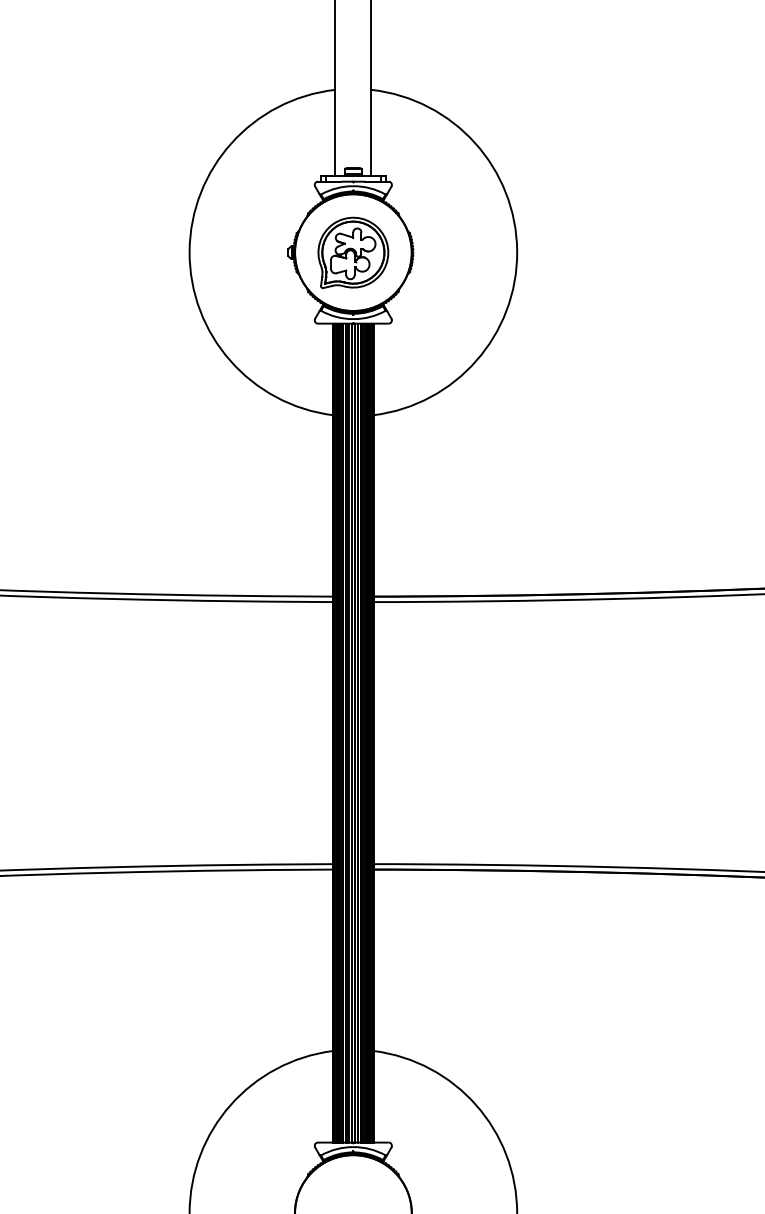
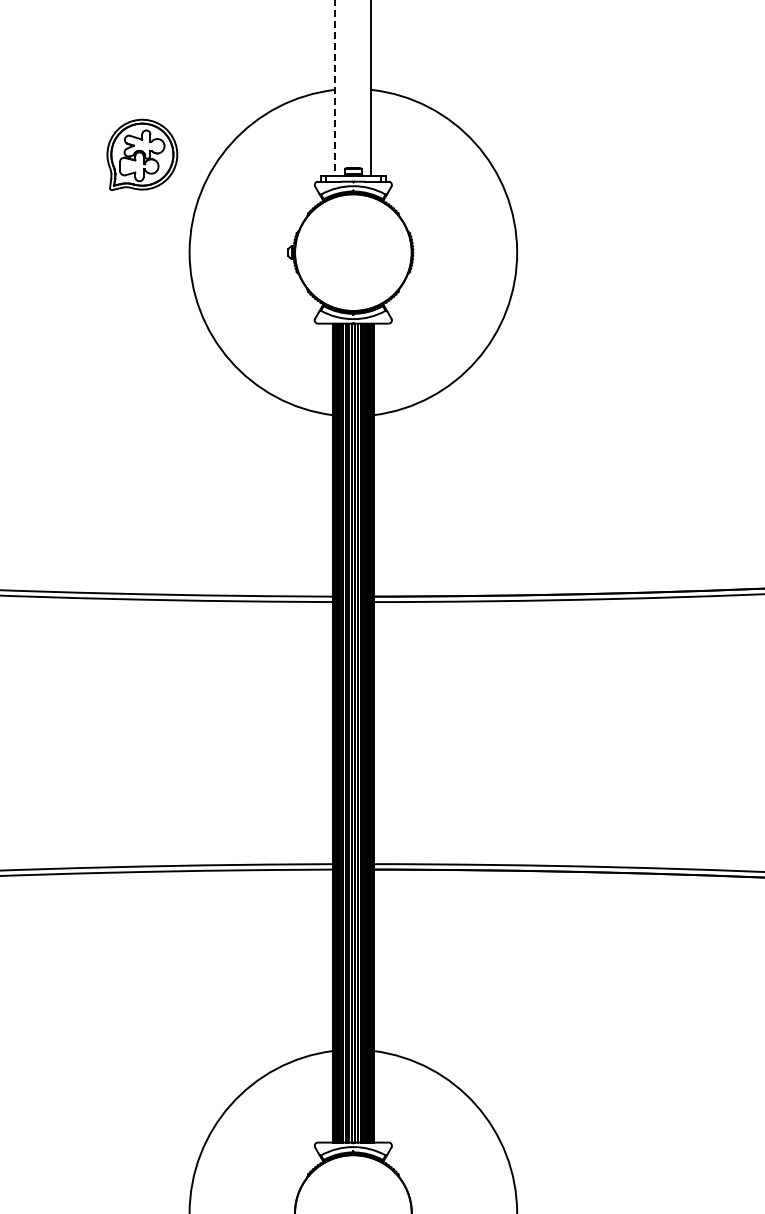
line at (335, 88): solid -> dashed
part at (353, 252) position: (353, 252) -> (142, 154)
